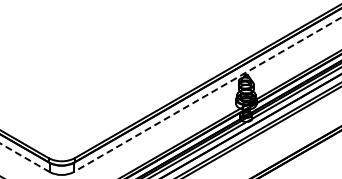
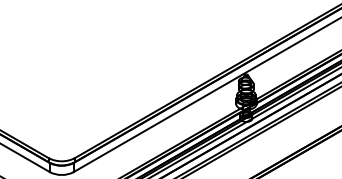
line at (207, 94): dashed -> solid
line at (24, 157): dashed -> solid
